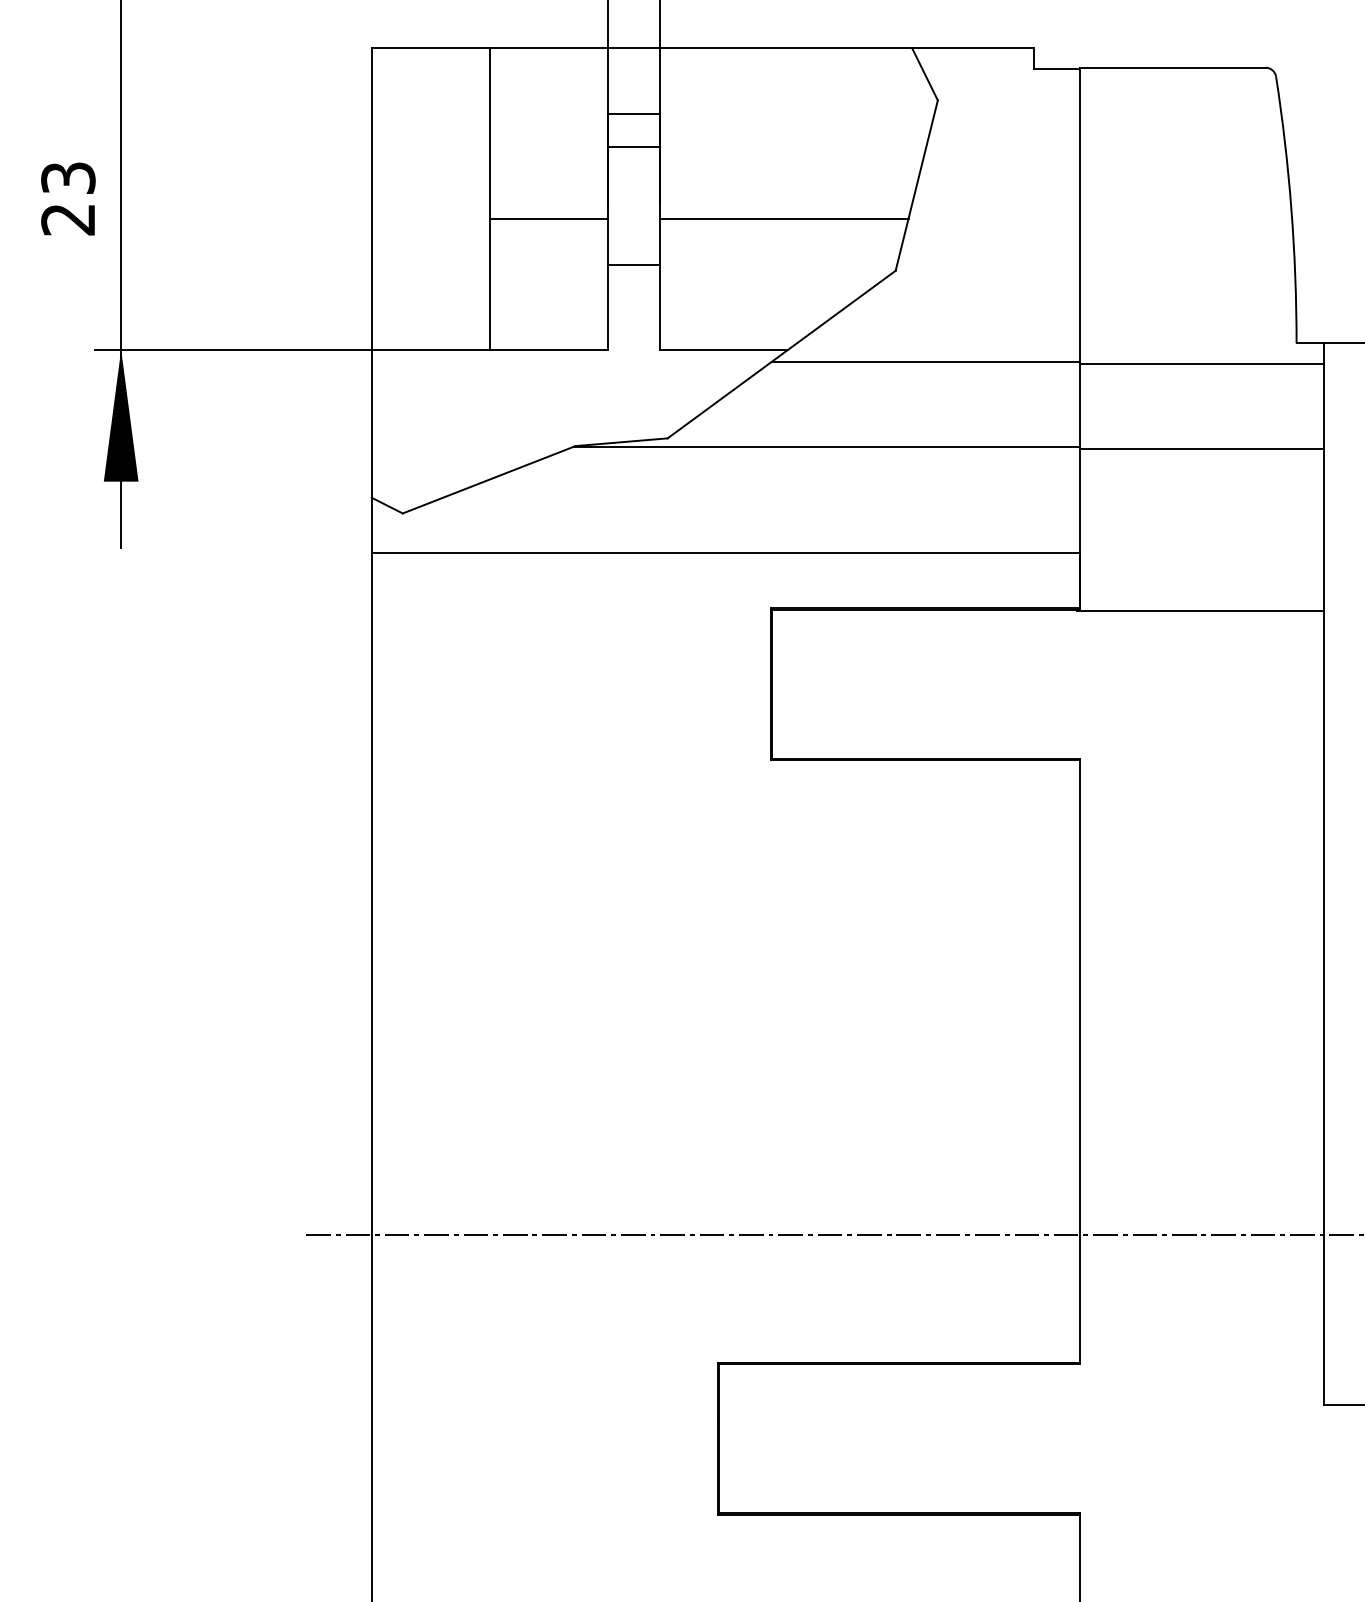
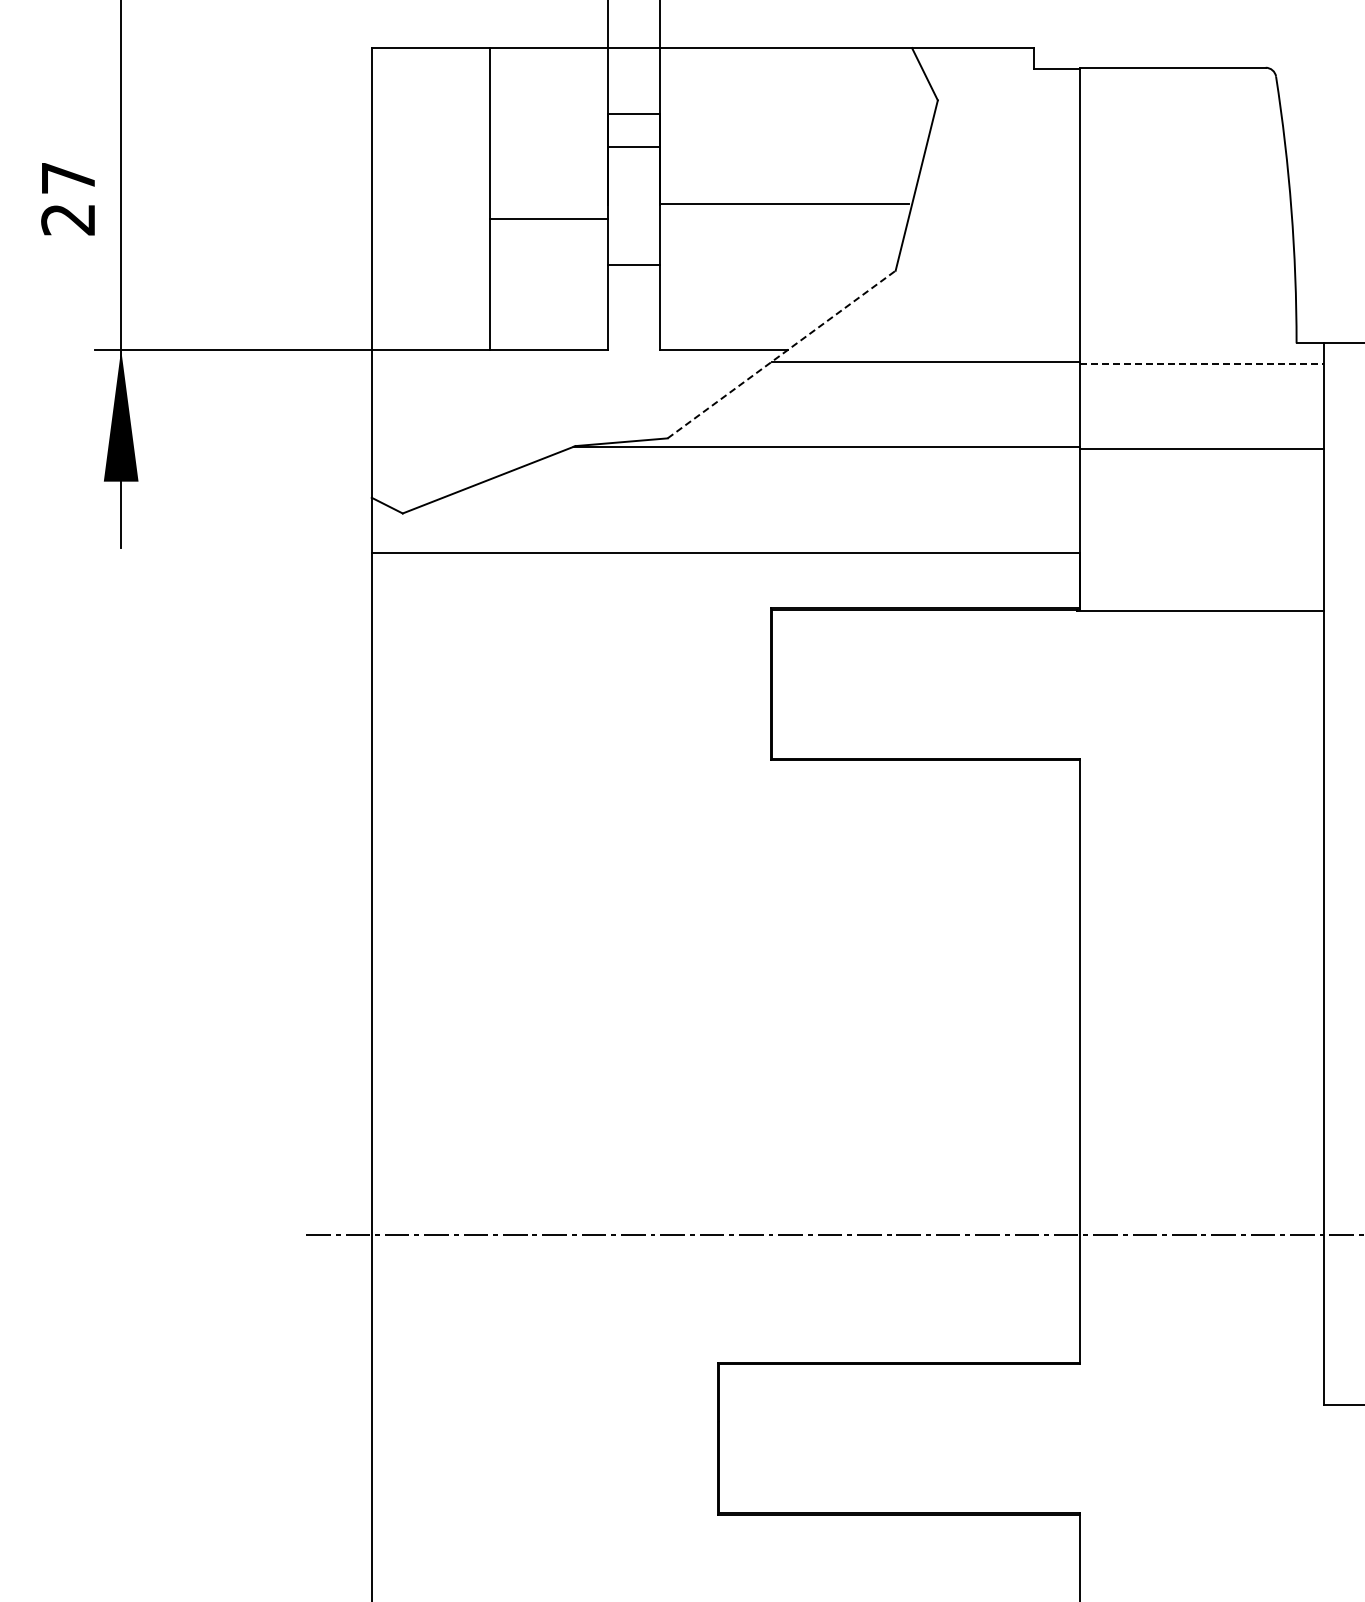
text at (68, 177): 23 -> 27
line at (784, 218) position: (784, 218) -> (784, 203)
line at (782, 354): solid -> dashed
line at (1202, 364): solid -> dashed
